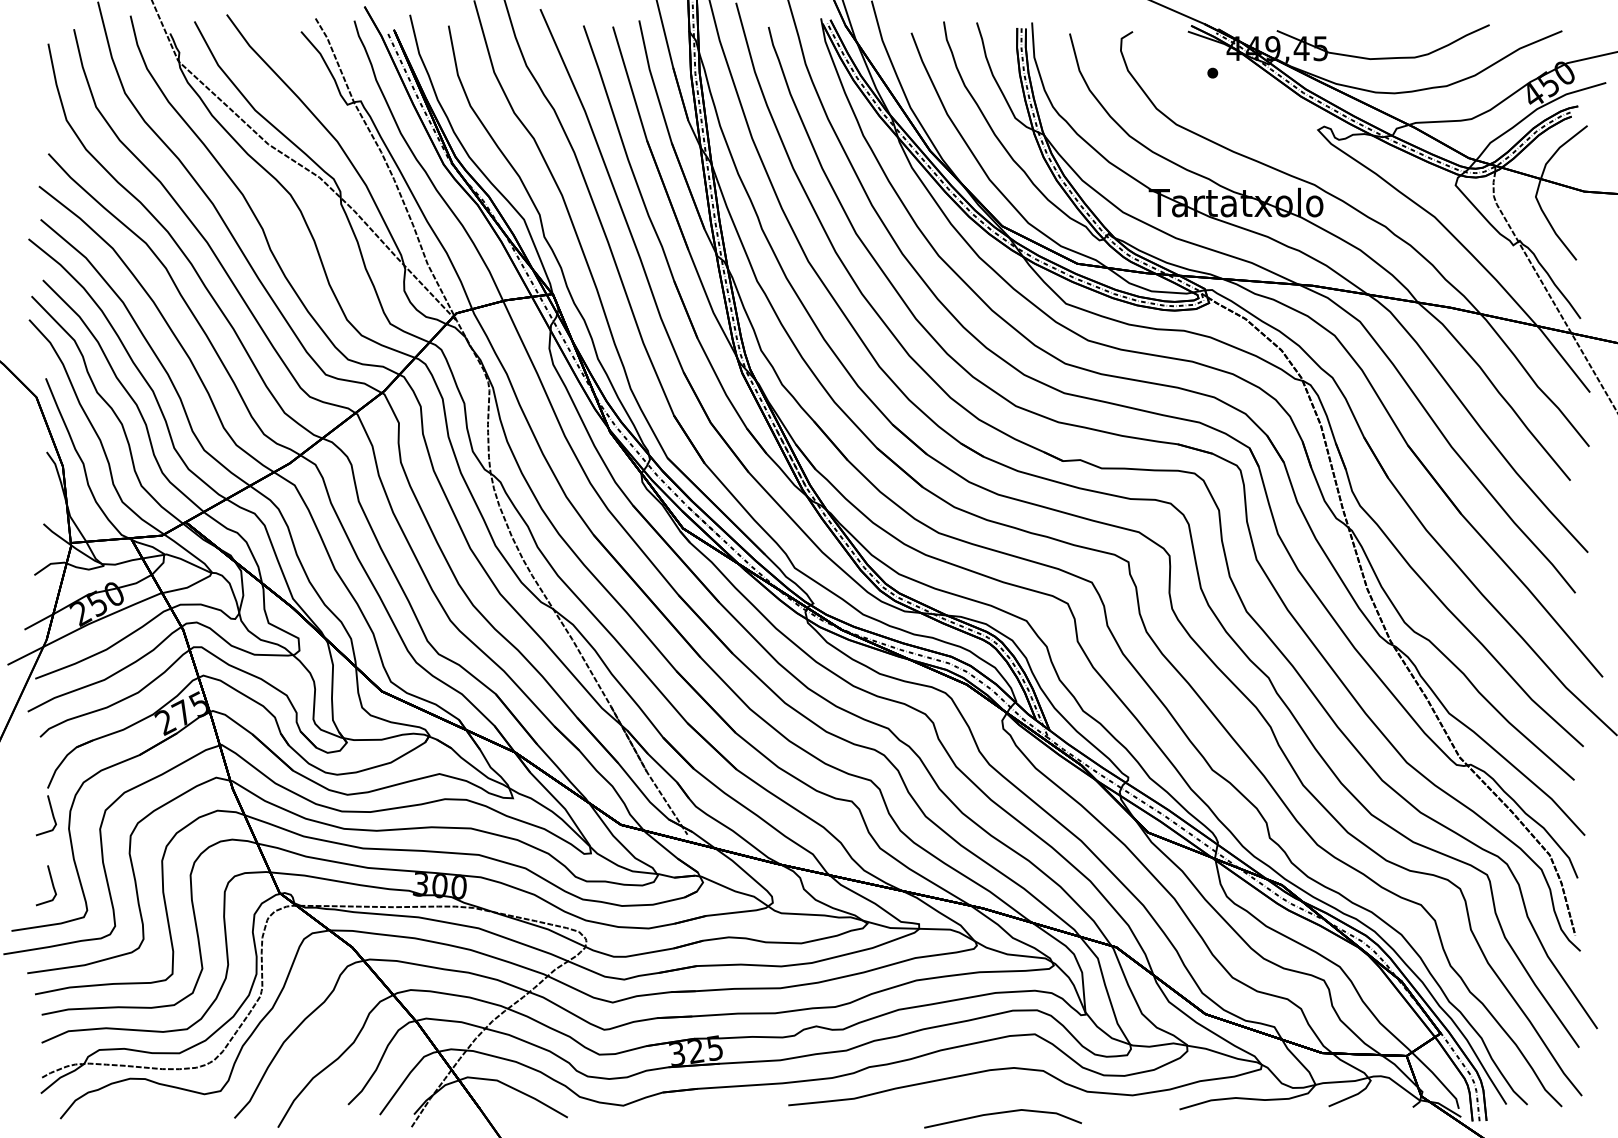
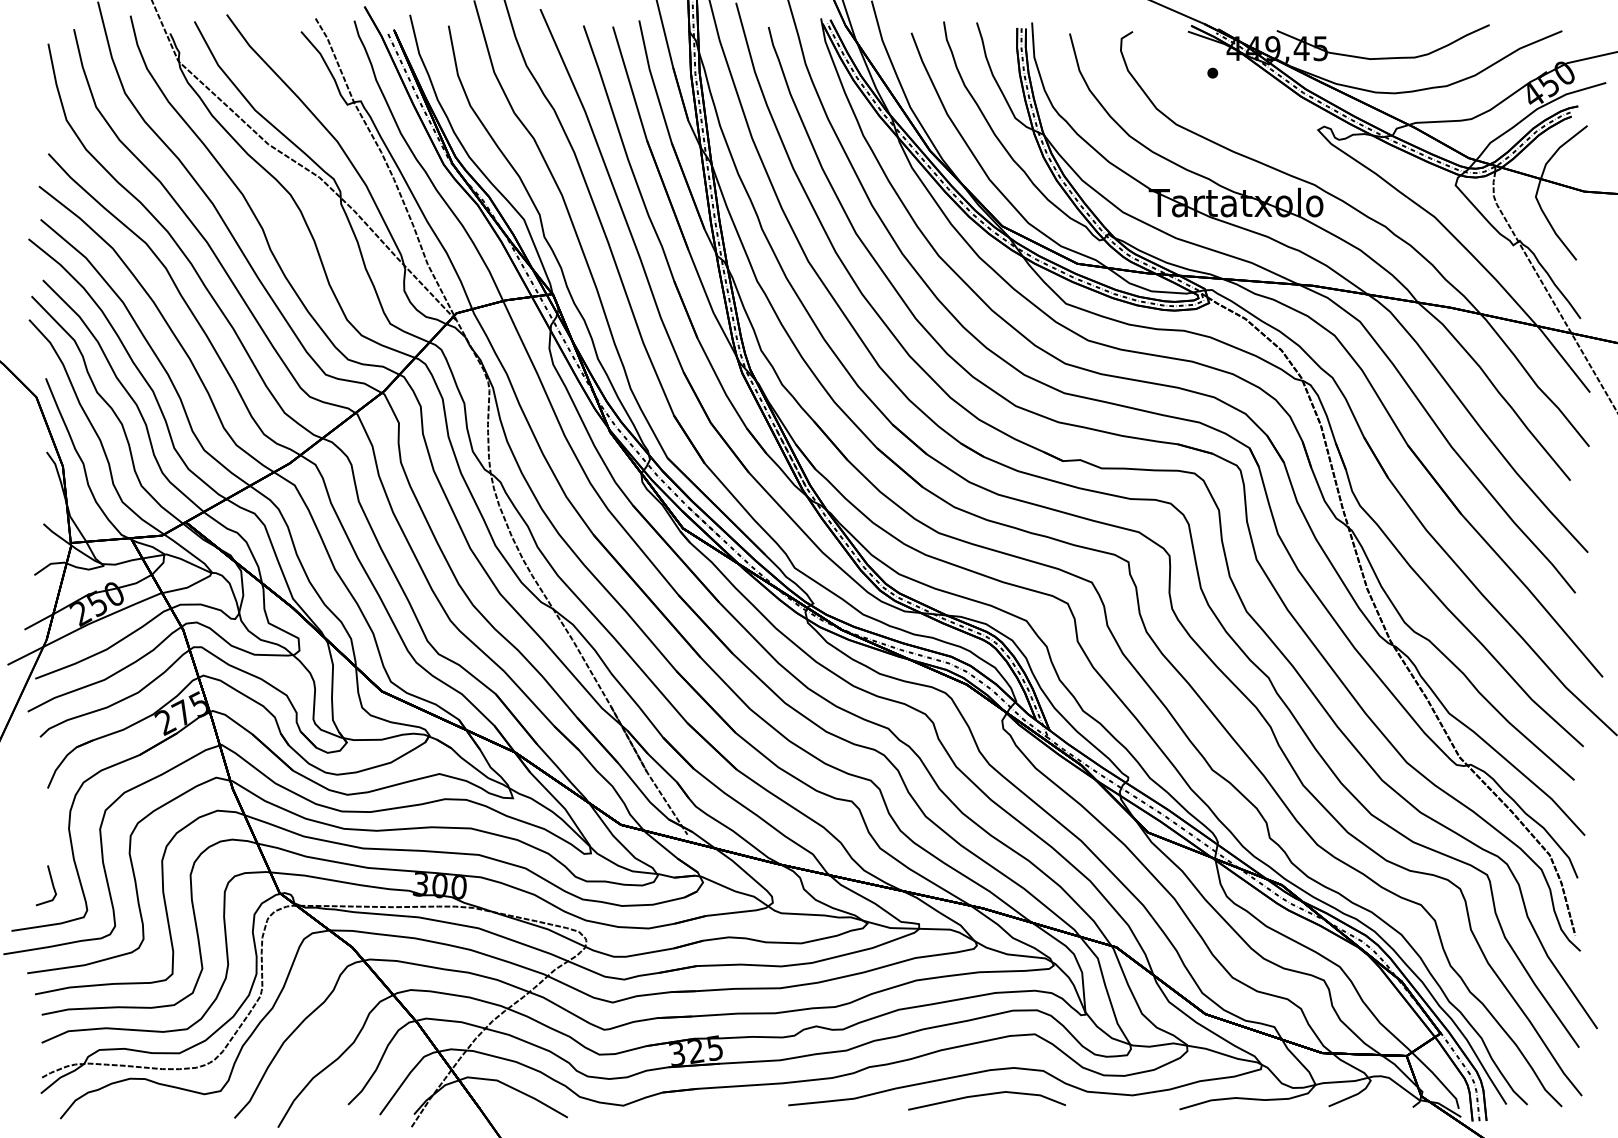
line at (51, 813): present -> none
line at (1002, 1113) position: (1002, 1113) -> (986, 1095)
